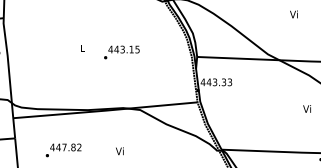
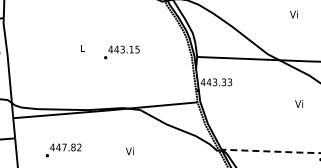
text at (306, 108) position: (306, 108) -> (298, 103)
text at (119, 151) position: (119, 151) -> (129, 151)
line at (271, 151): solid -> dashed
